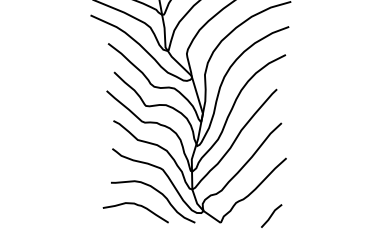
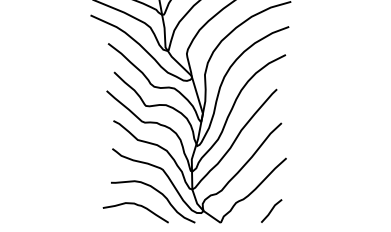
line at (271, 215) position: (271, 215) -> (271, 210)
